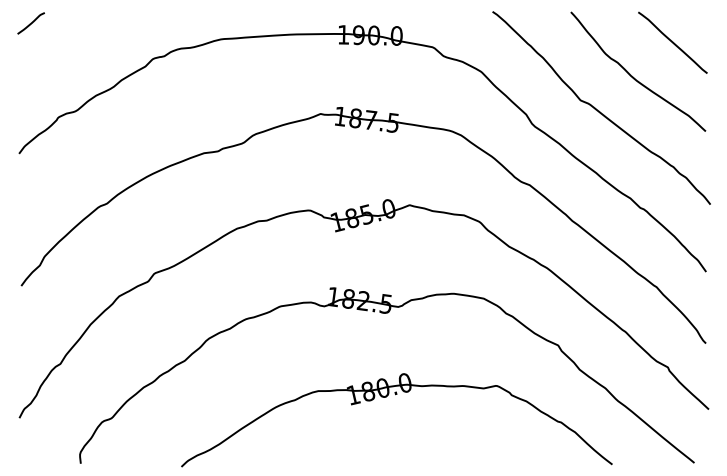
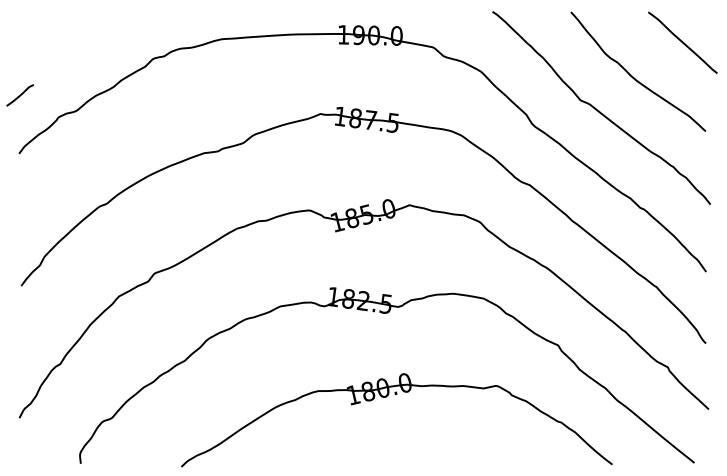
curve at (30, 23) position: (30, 23) -> (19, 95)
line at (672, 42) position: (672, 42) -> (682, 42)
